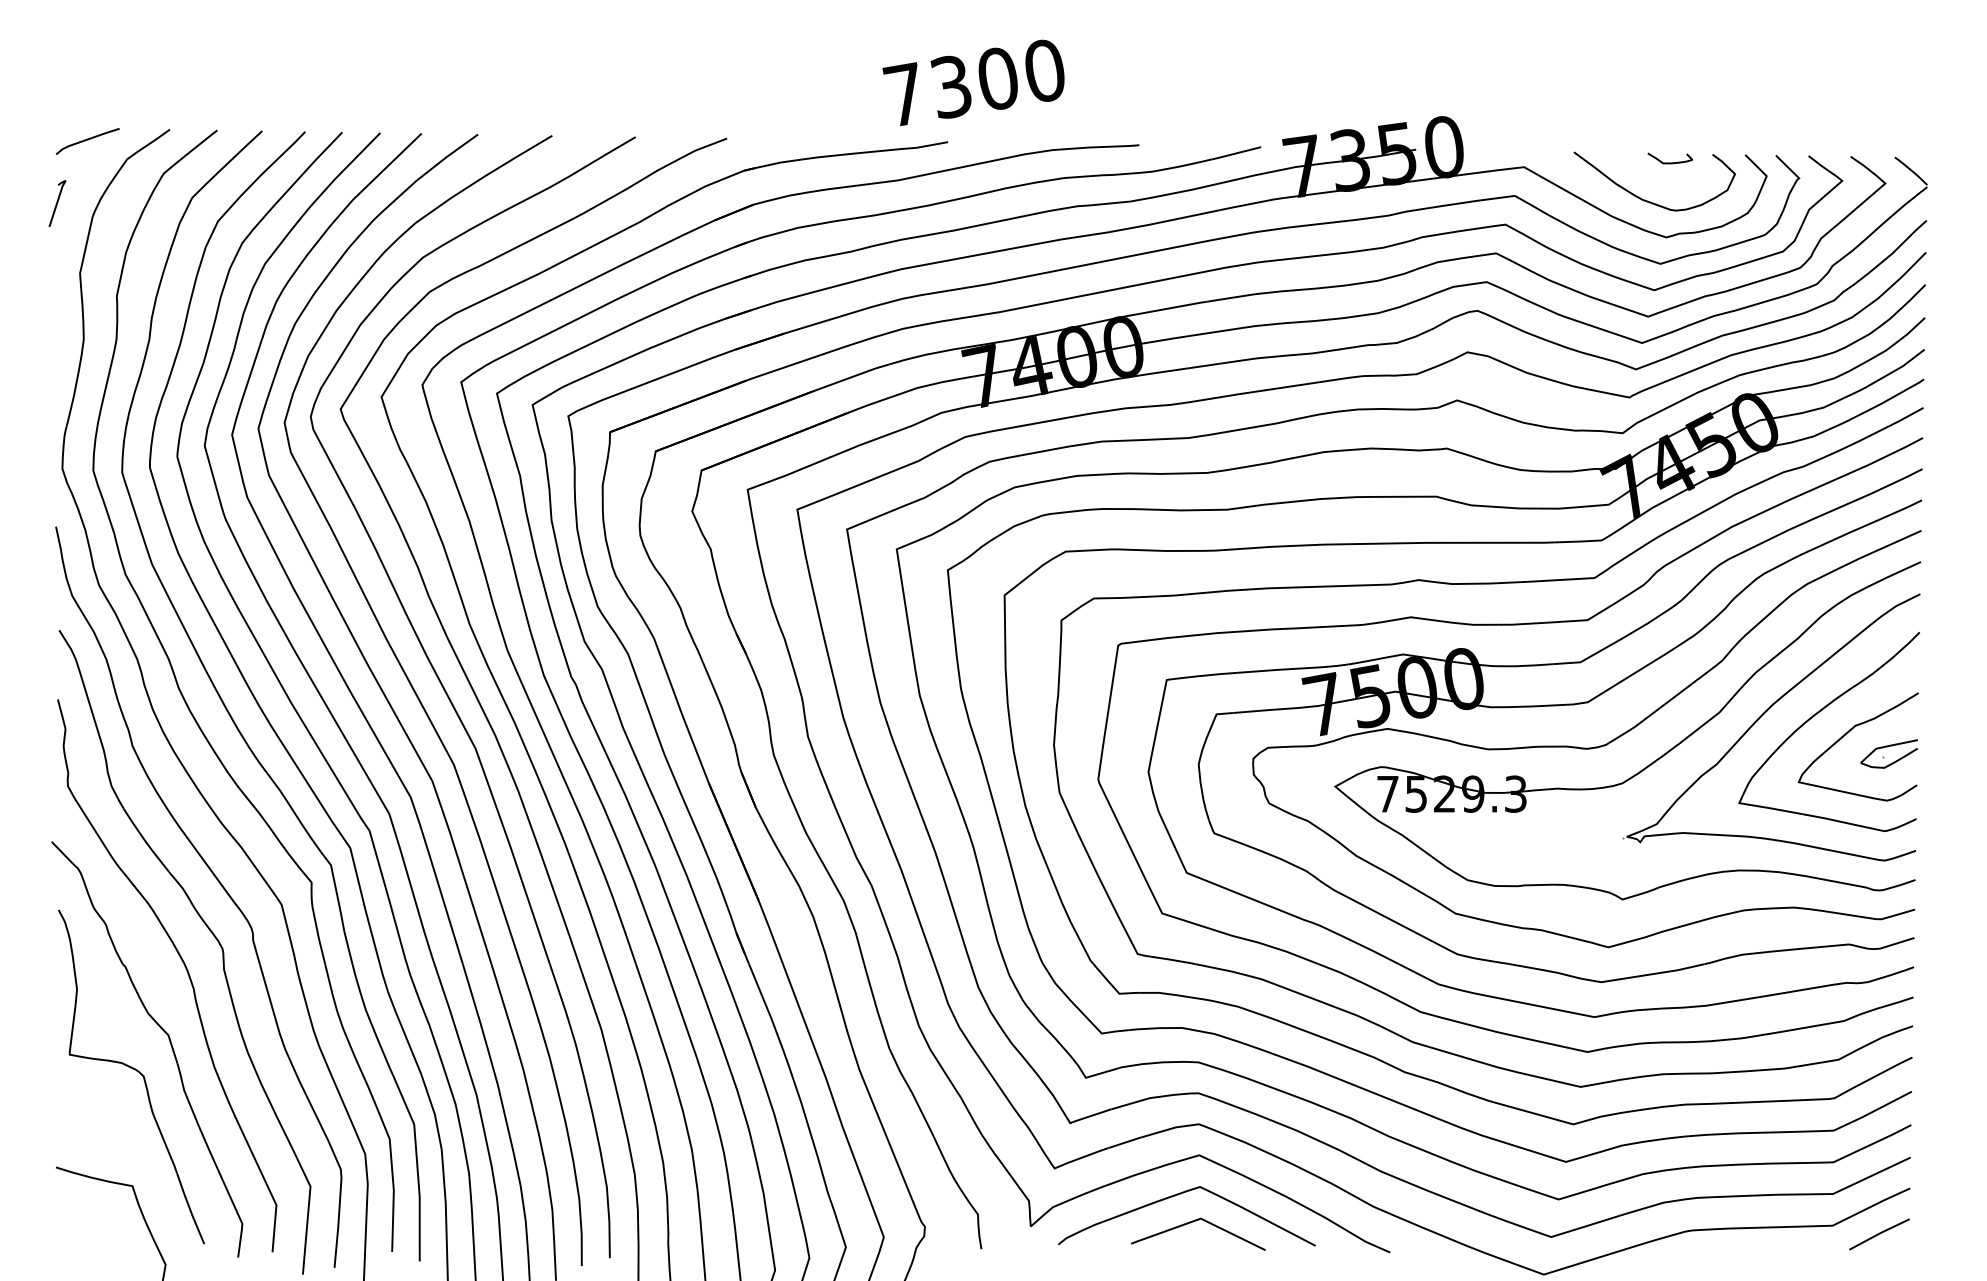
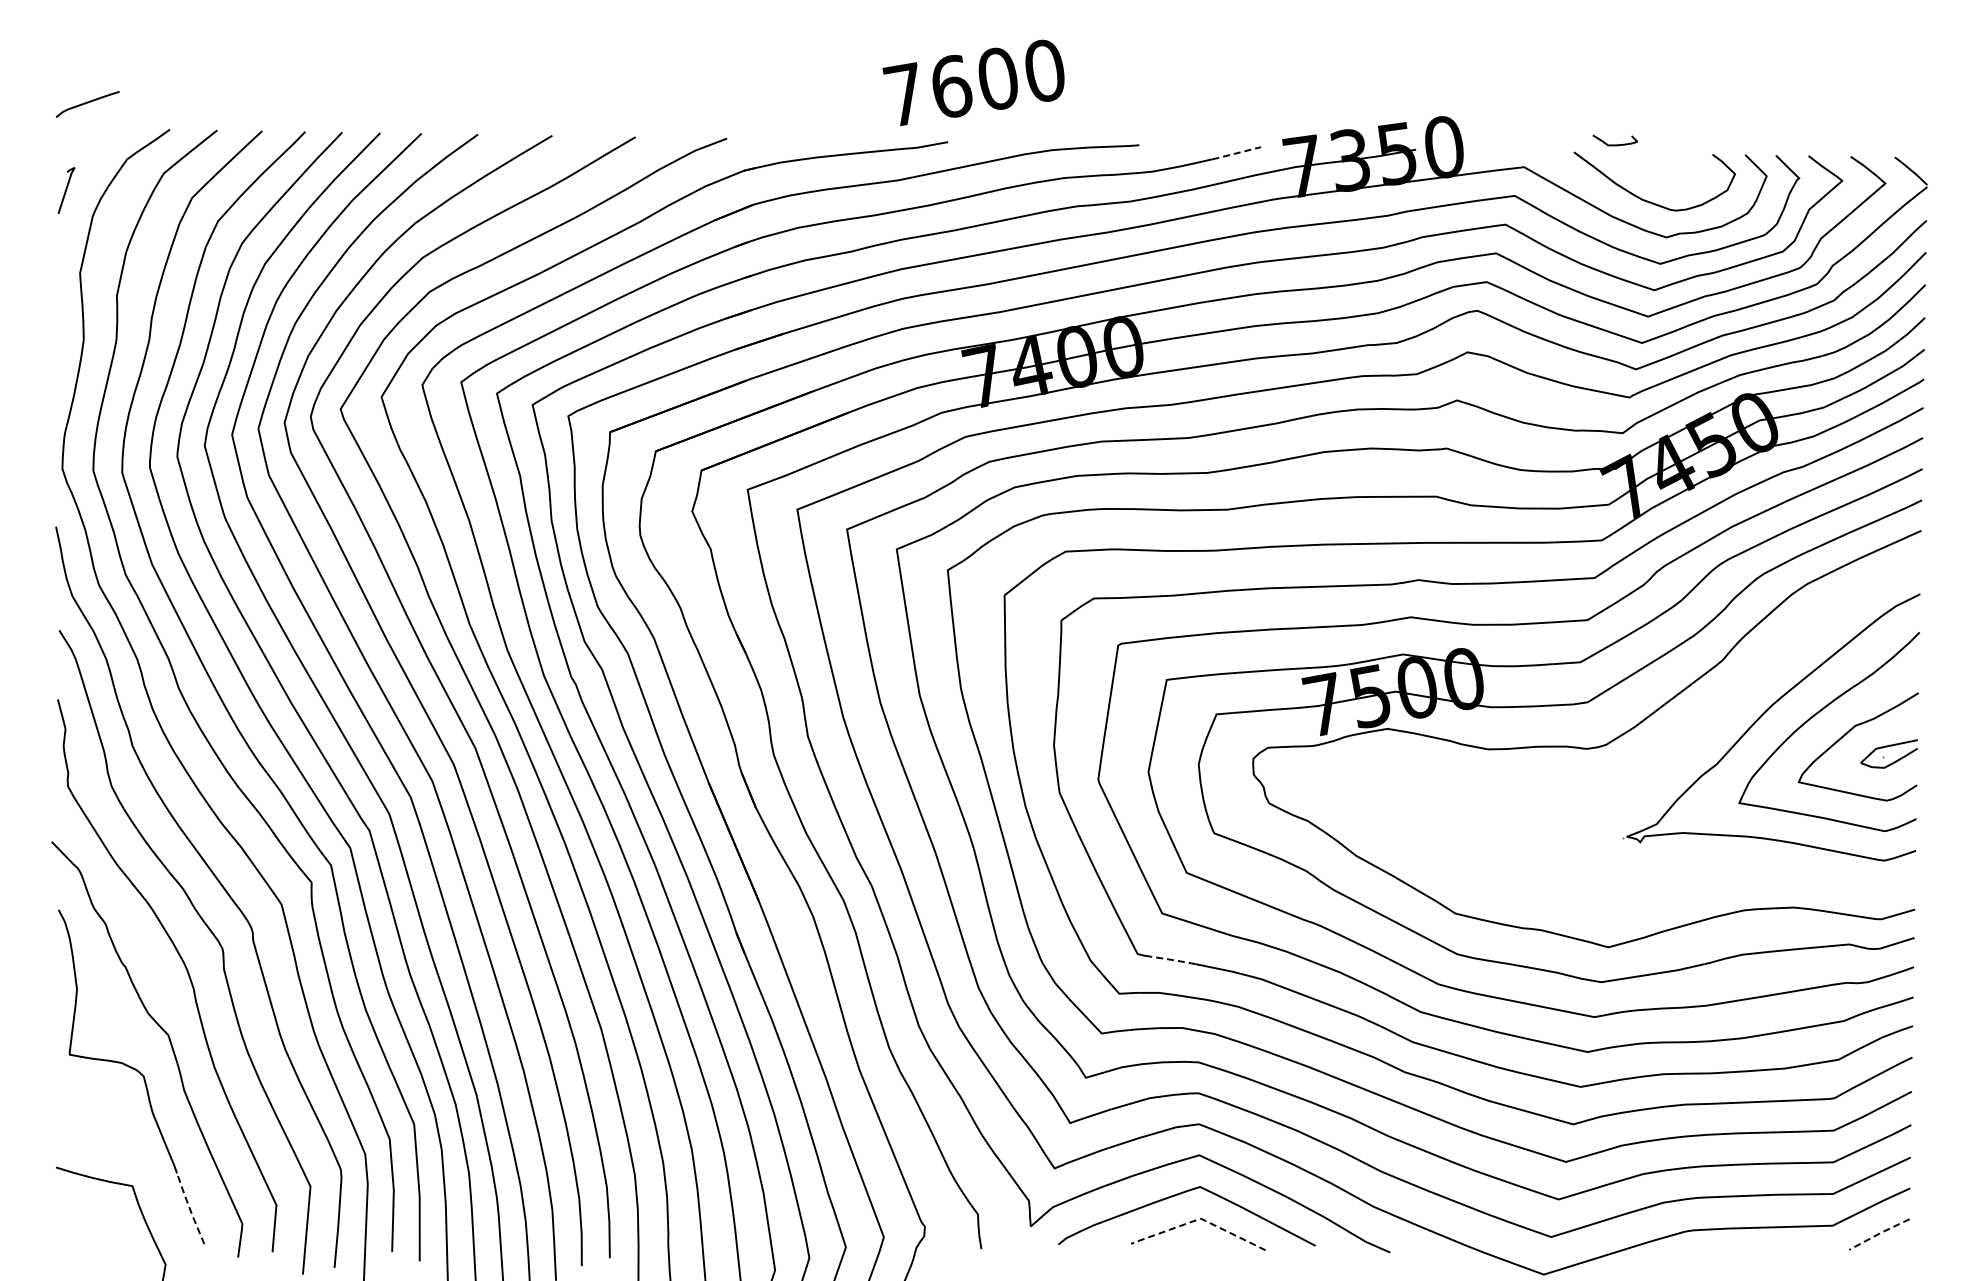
text at (951, 86): 7300 -> 7600
curve at (87, 140) position: (87, 140) -> (87, 103)
line at (1236, 153): solid -> dashed
curve at (1669, 162) position: (1669, 162) -> (1614, 144)
curve at (57, 203) position: (57, 203) -> (66, 190)
part at (1651, 762): present -> none
line at (1172, 960): solid -> dashed
line at (189, 1208): solid -> dashed
line at (1199, 1218): solid -> dashed
line at (1879, 1233): solid -> dashed
